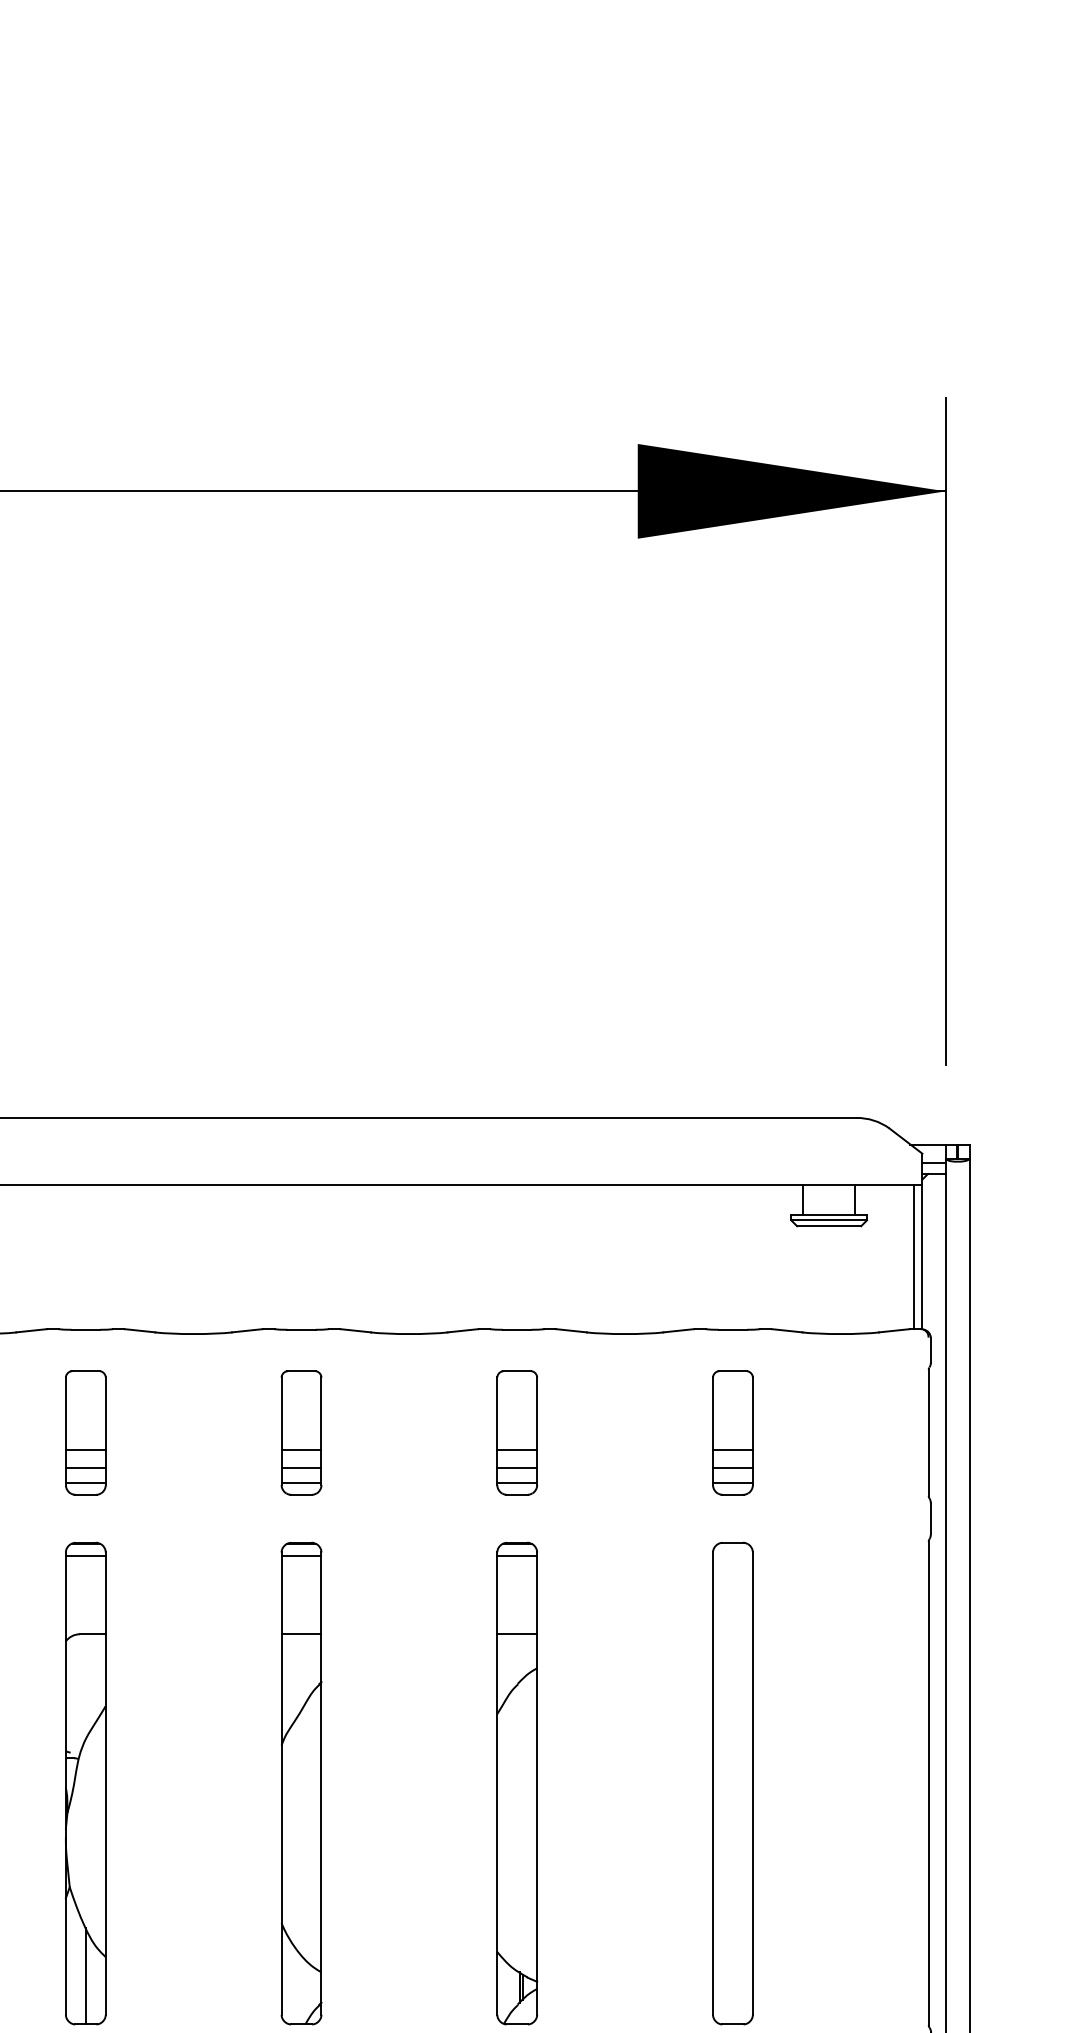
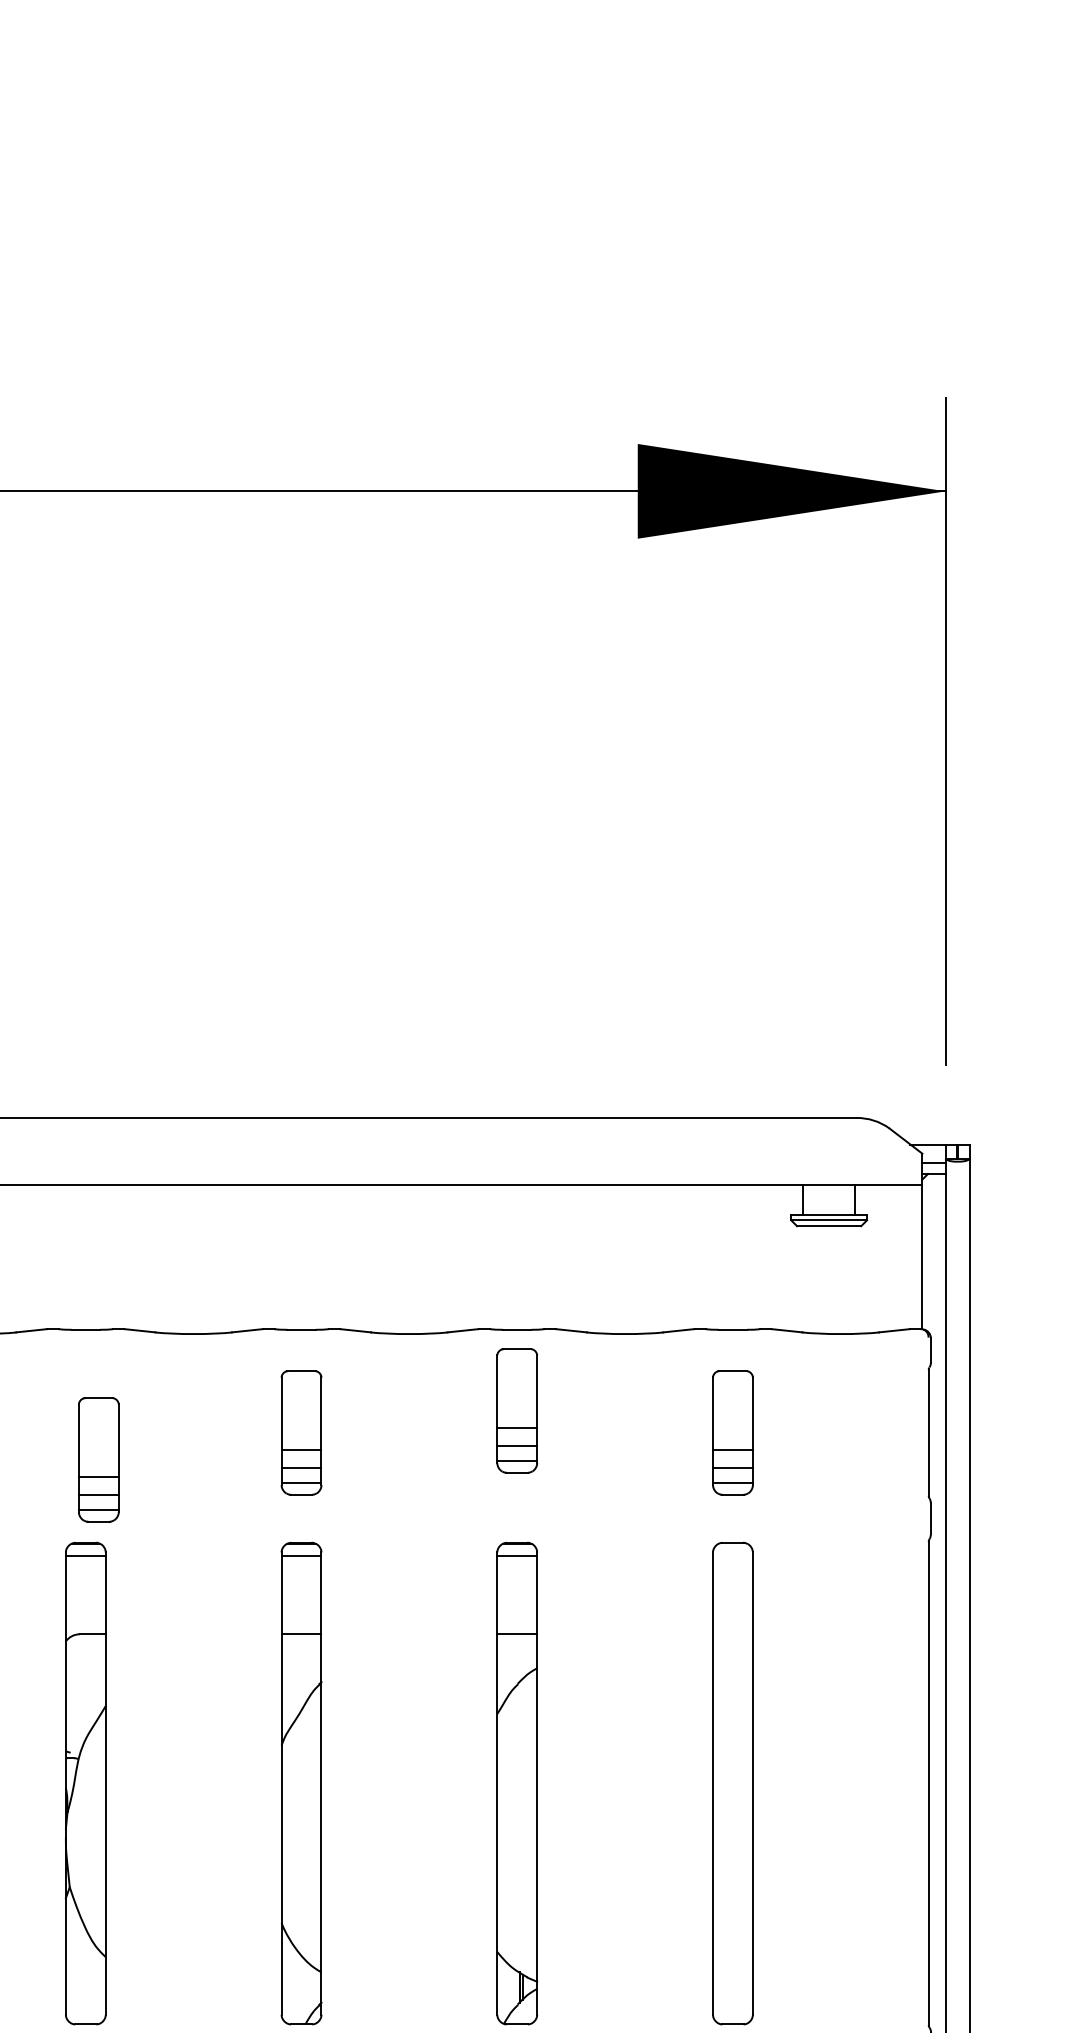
line at (913, 1256): present -> none
part at (85, 1432) position: (85, 1432) -> (98, 1459)
part at (517, 1432) position: (517, 1432) -> (517, 1410)
line at (85, 1976): present -> none
